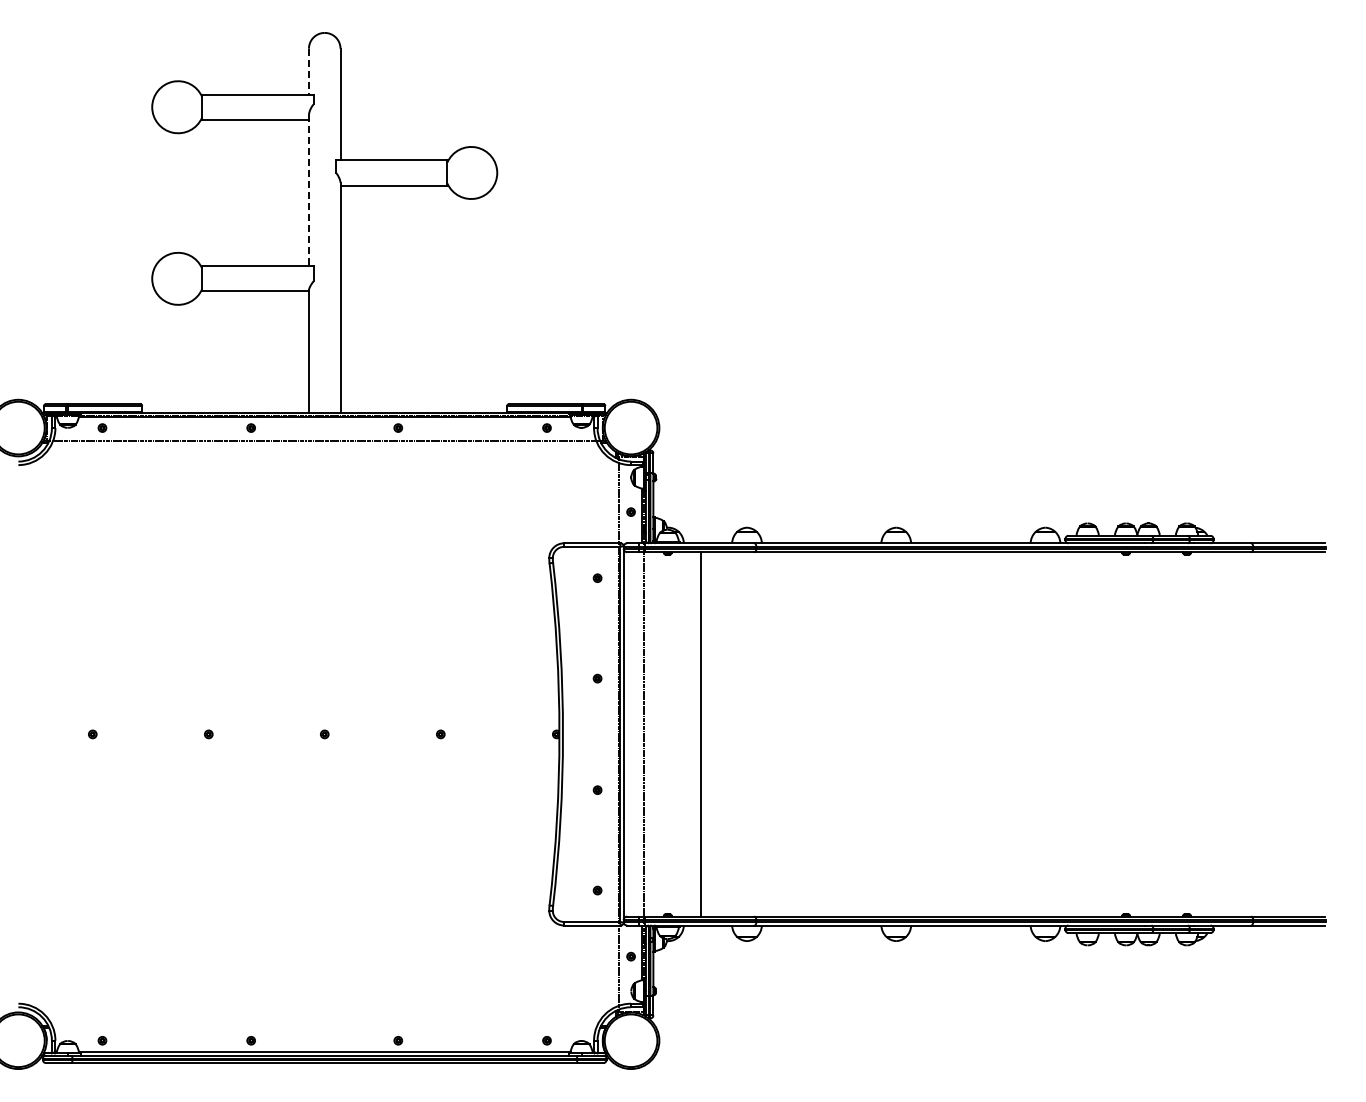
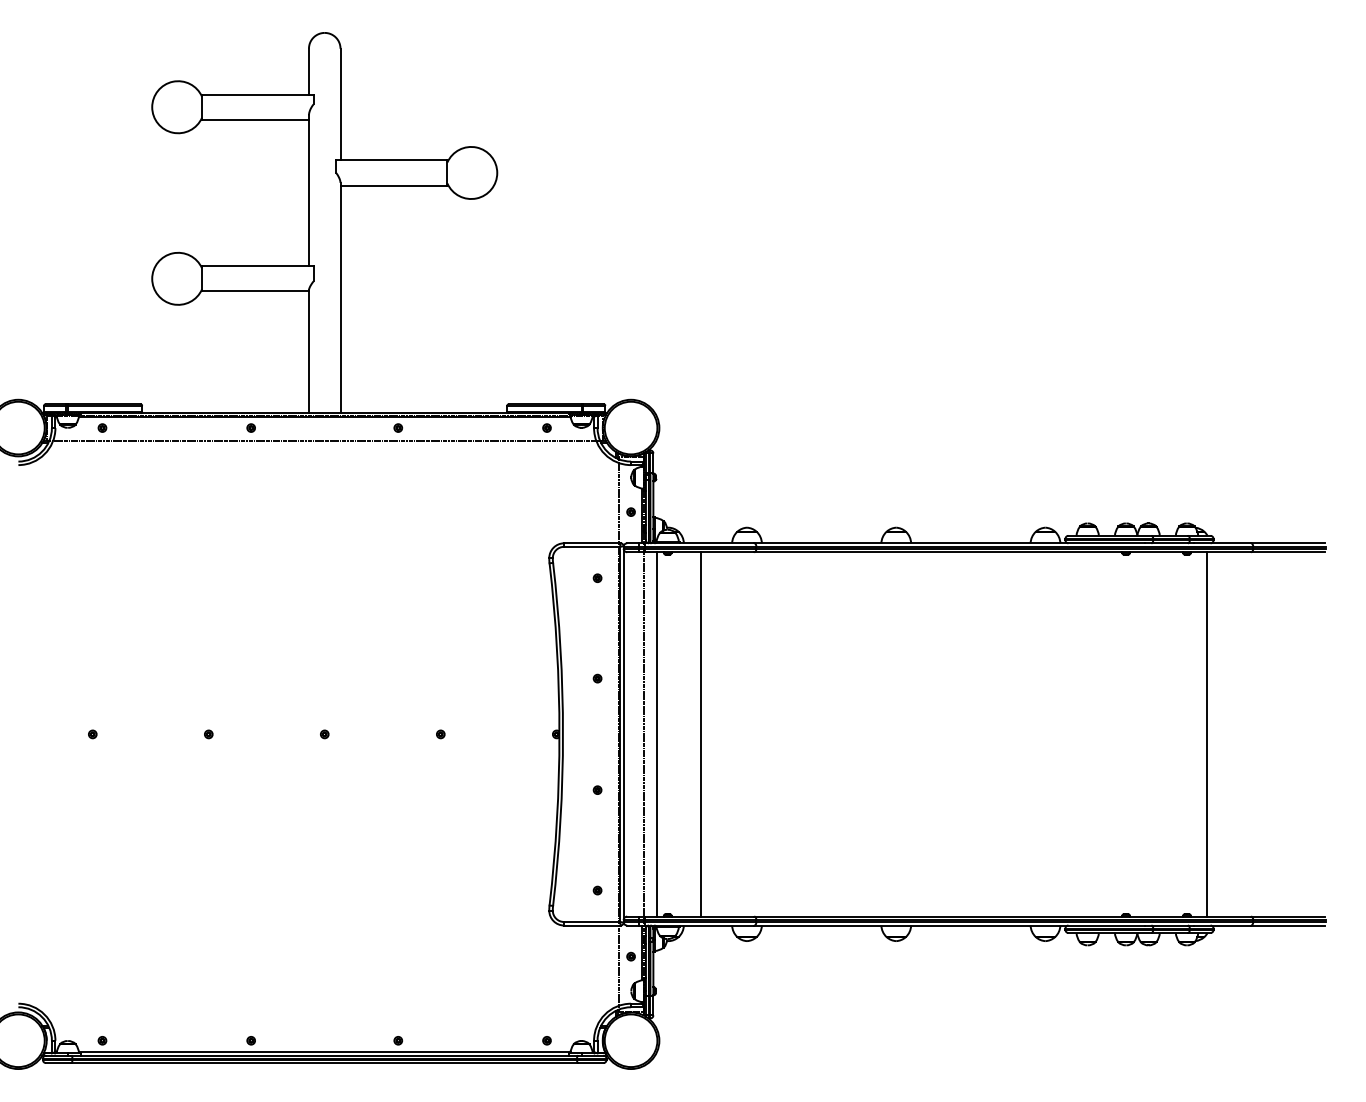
line at (308, 72): dashed -> solid
line at (308, 191): dashed -> solid
line at (657, 734): none -> present
line at (1206, 734): none -> present
